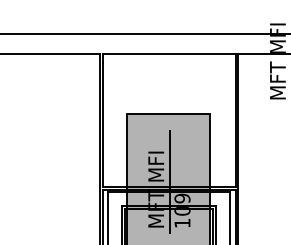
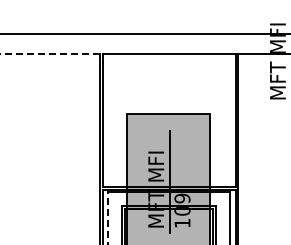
line at (50, 54): solid -> dashed
line at (108, 217): solid -> dashed
